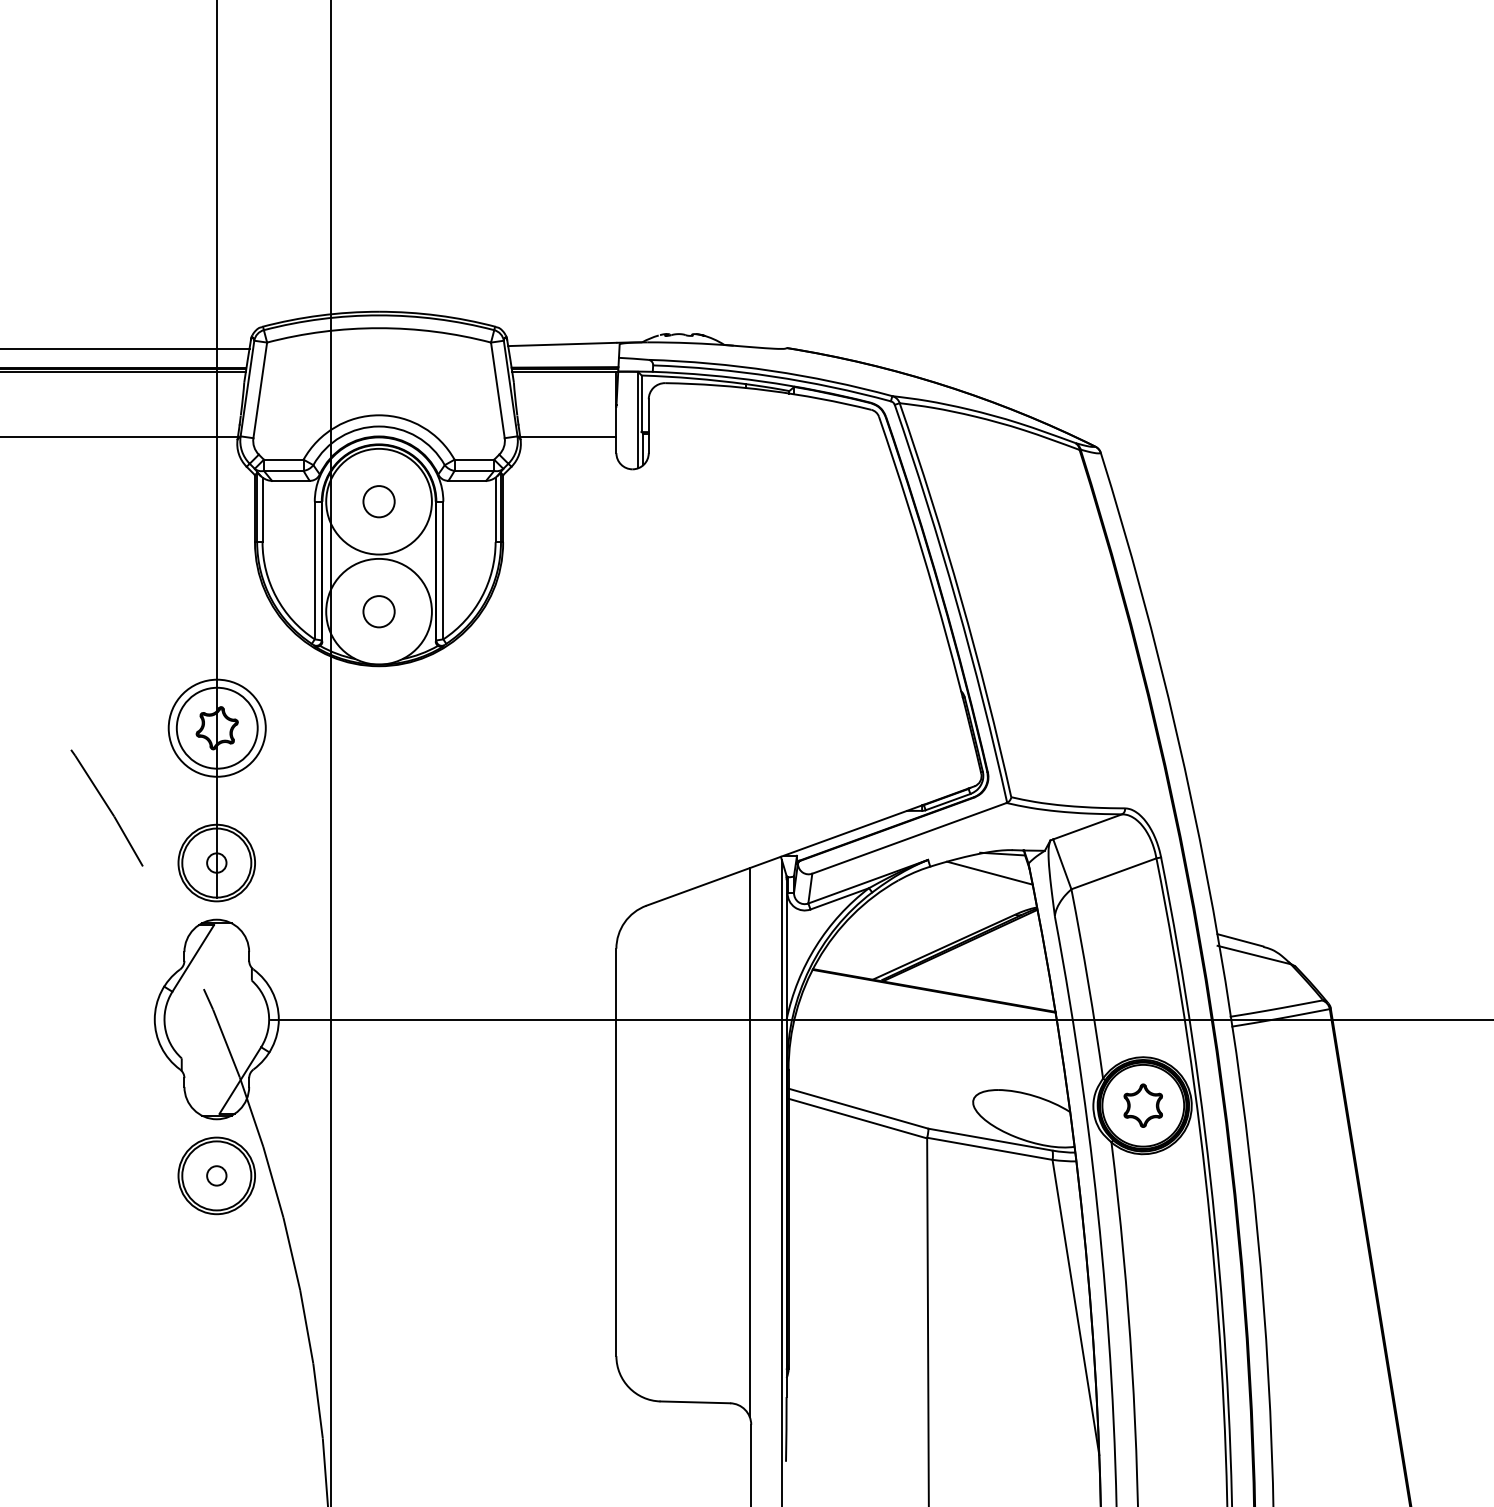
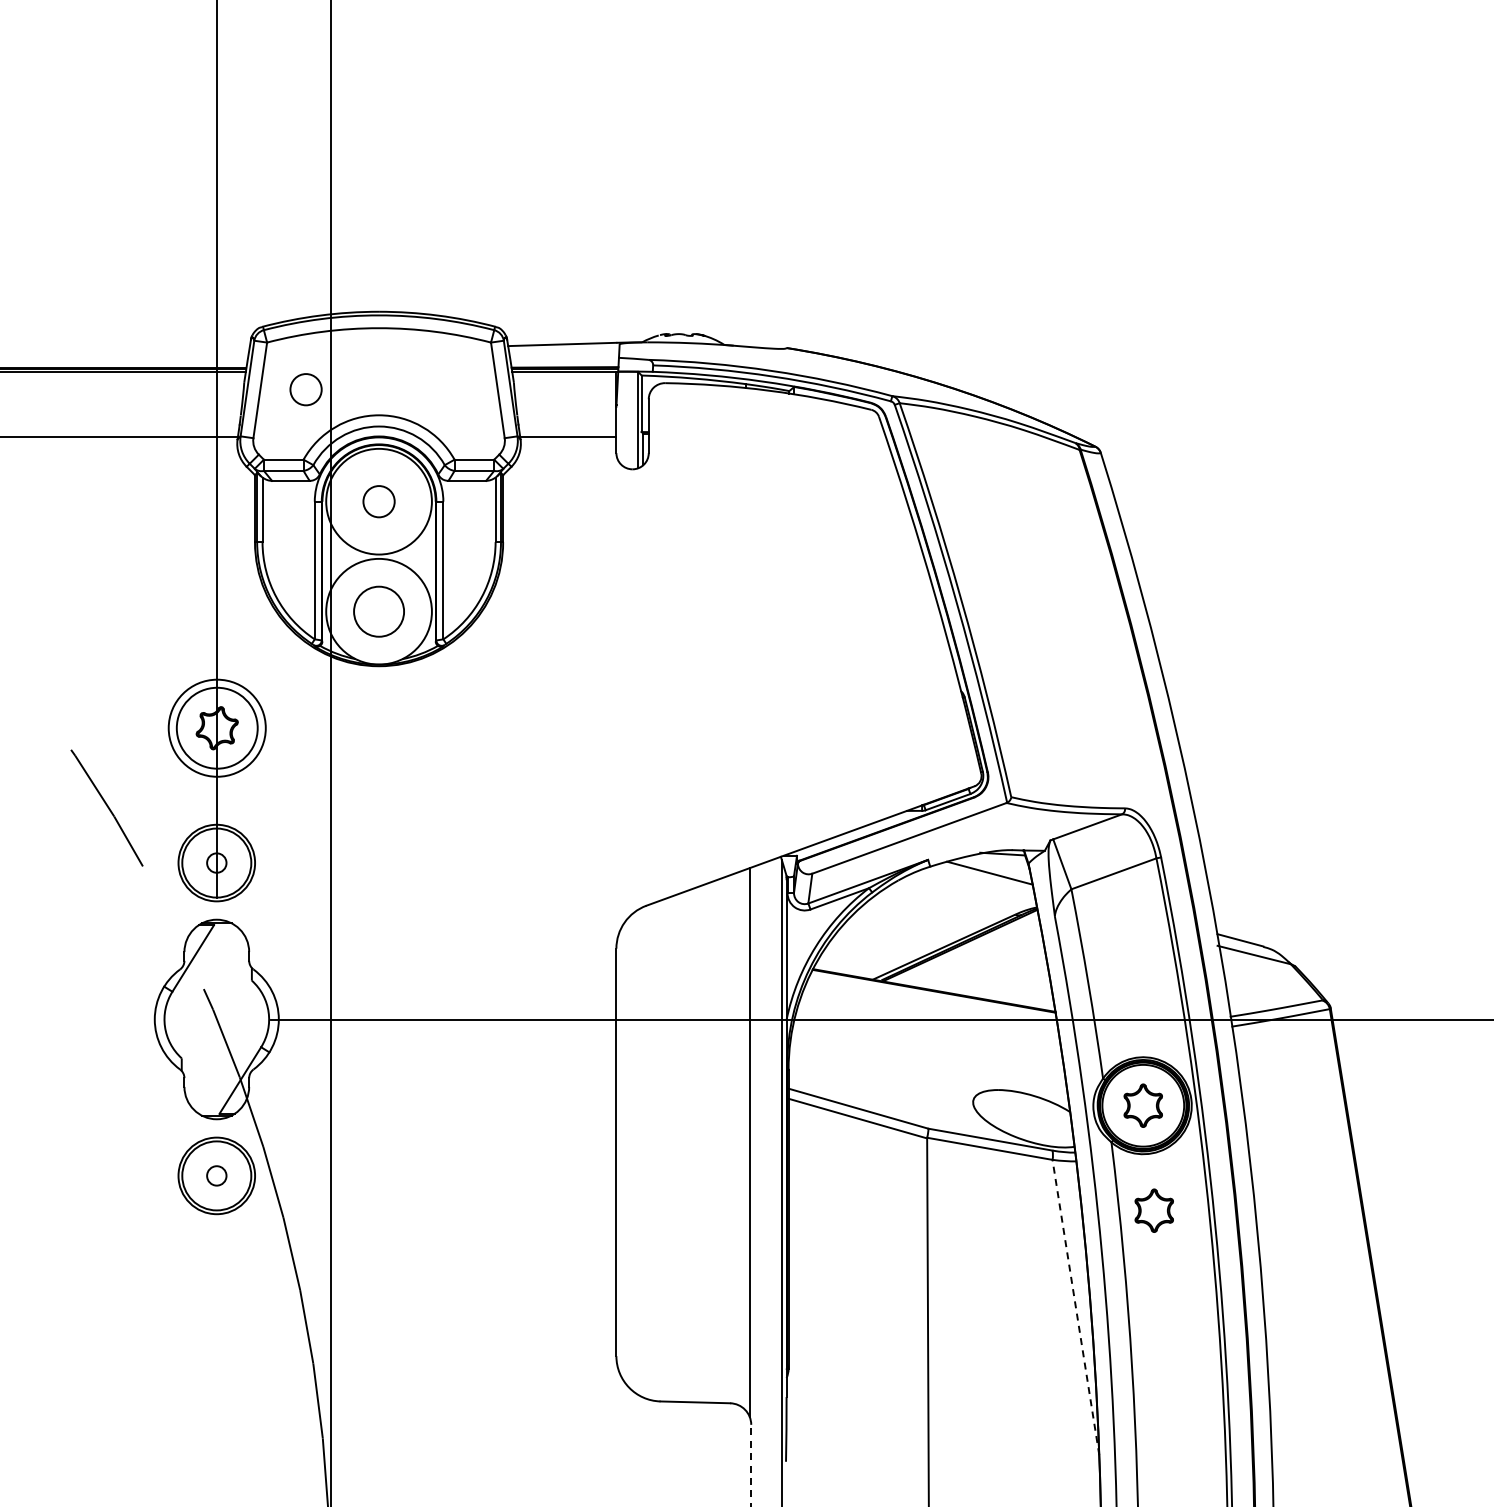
line at (125, 348): present -> none
circle at (305, 389): none -> present
circle at (378, 611) diameter: 31 px -> 50 px
part at (1153, 1210): none -> present
line at (1075, 1307): solid -> dashed
line at (751, 1465): solid -> dashed
